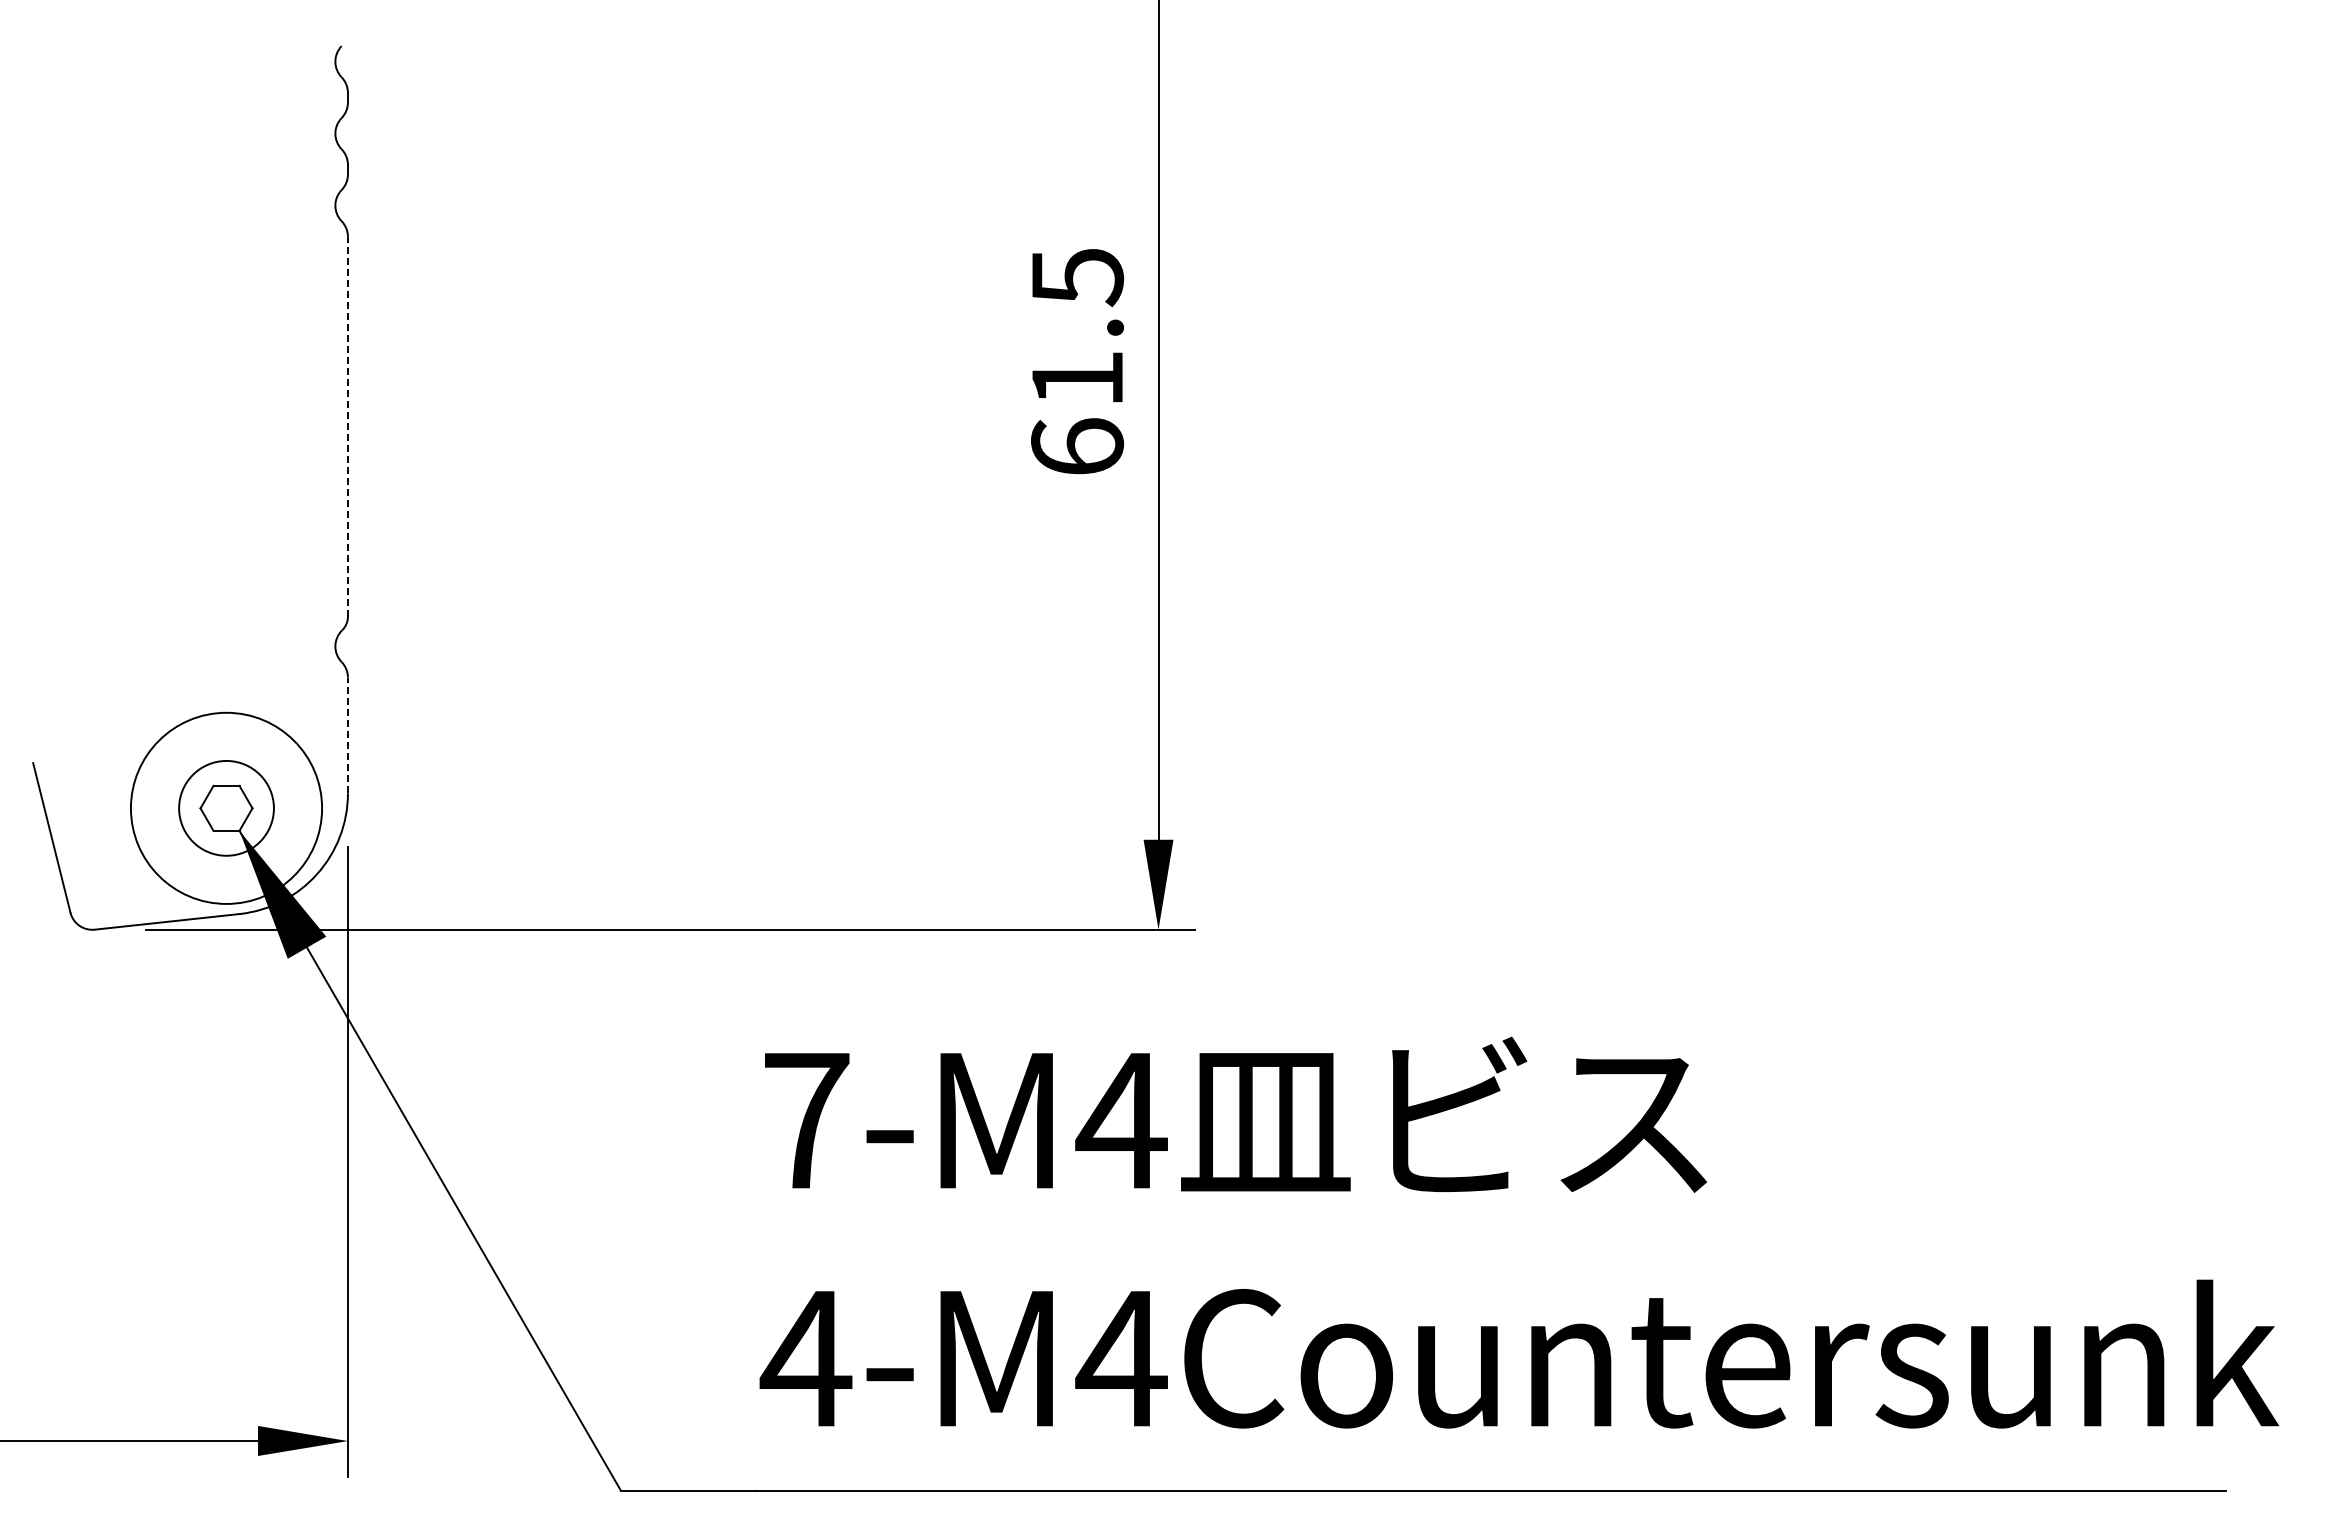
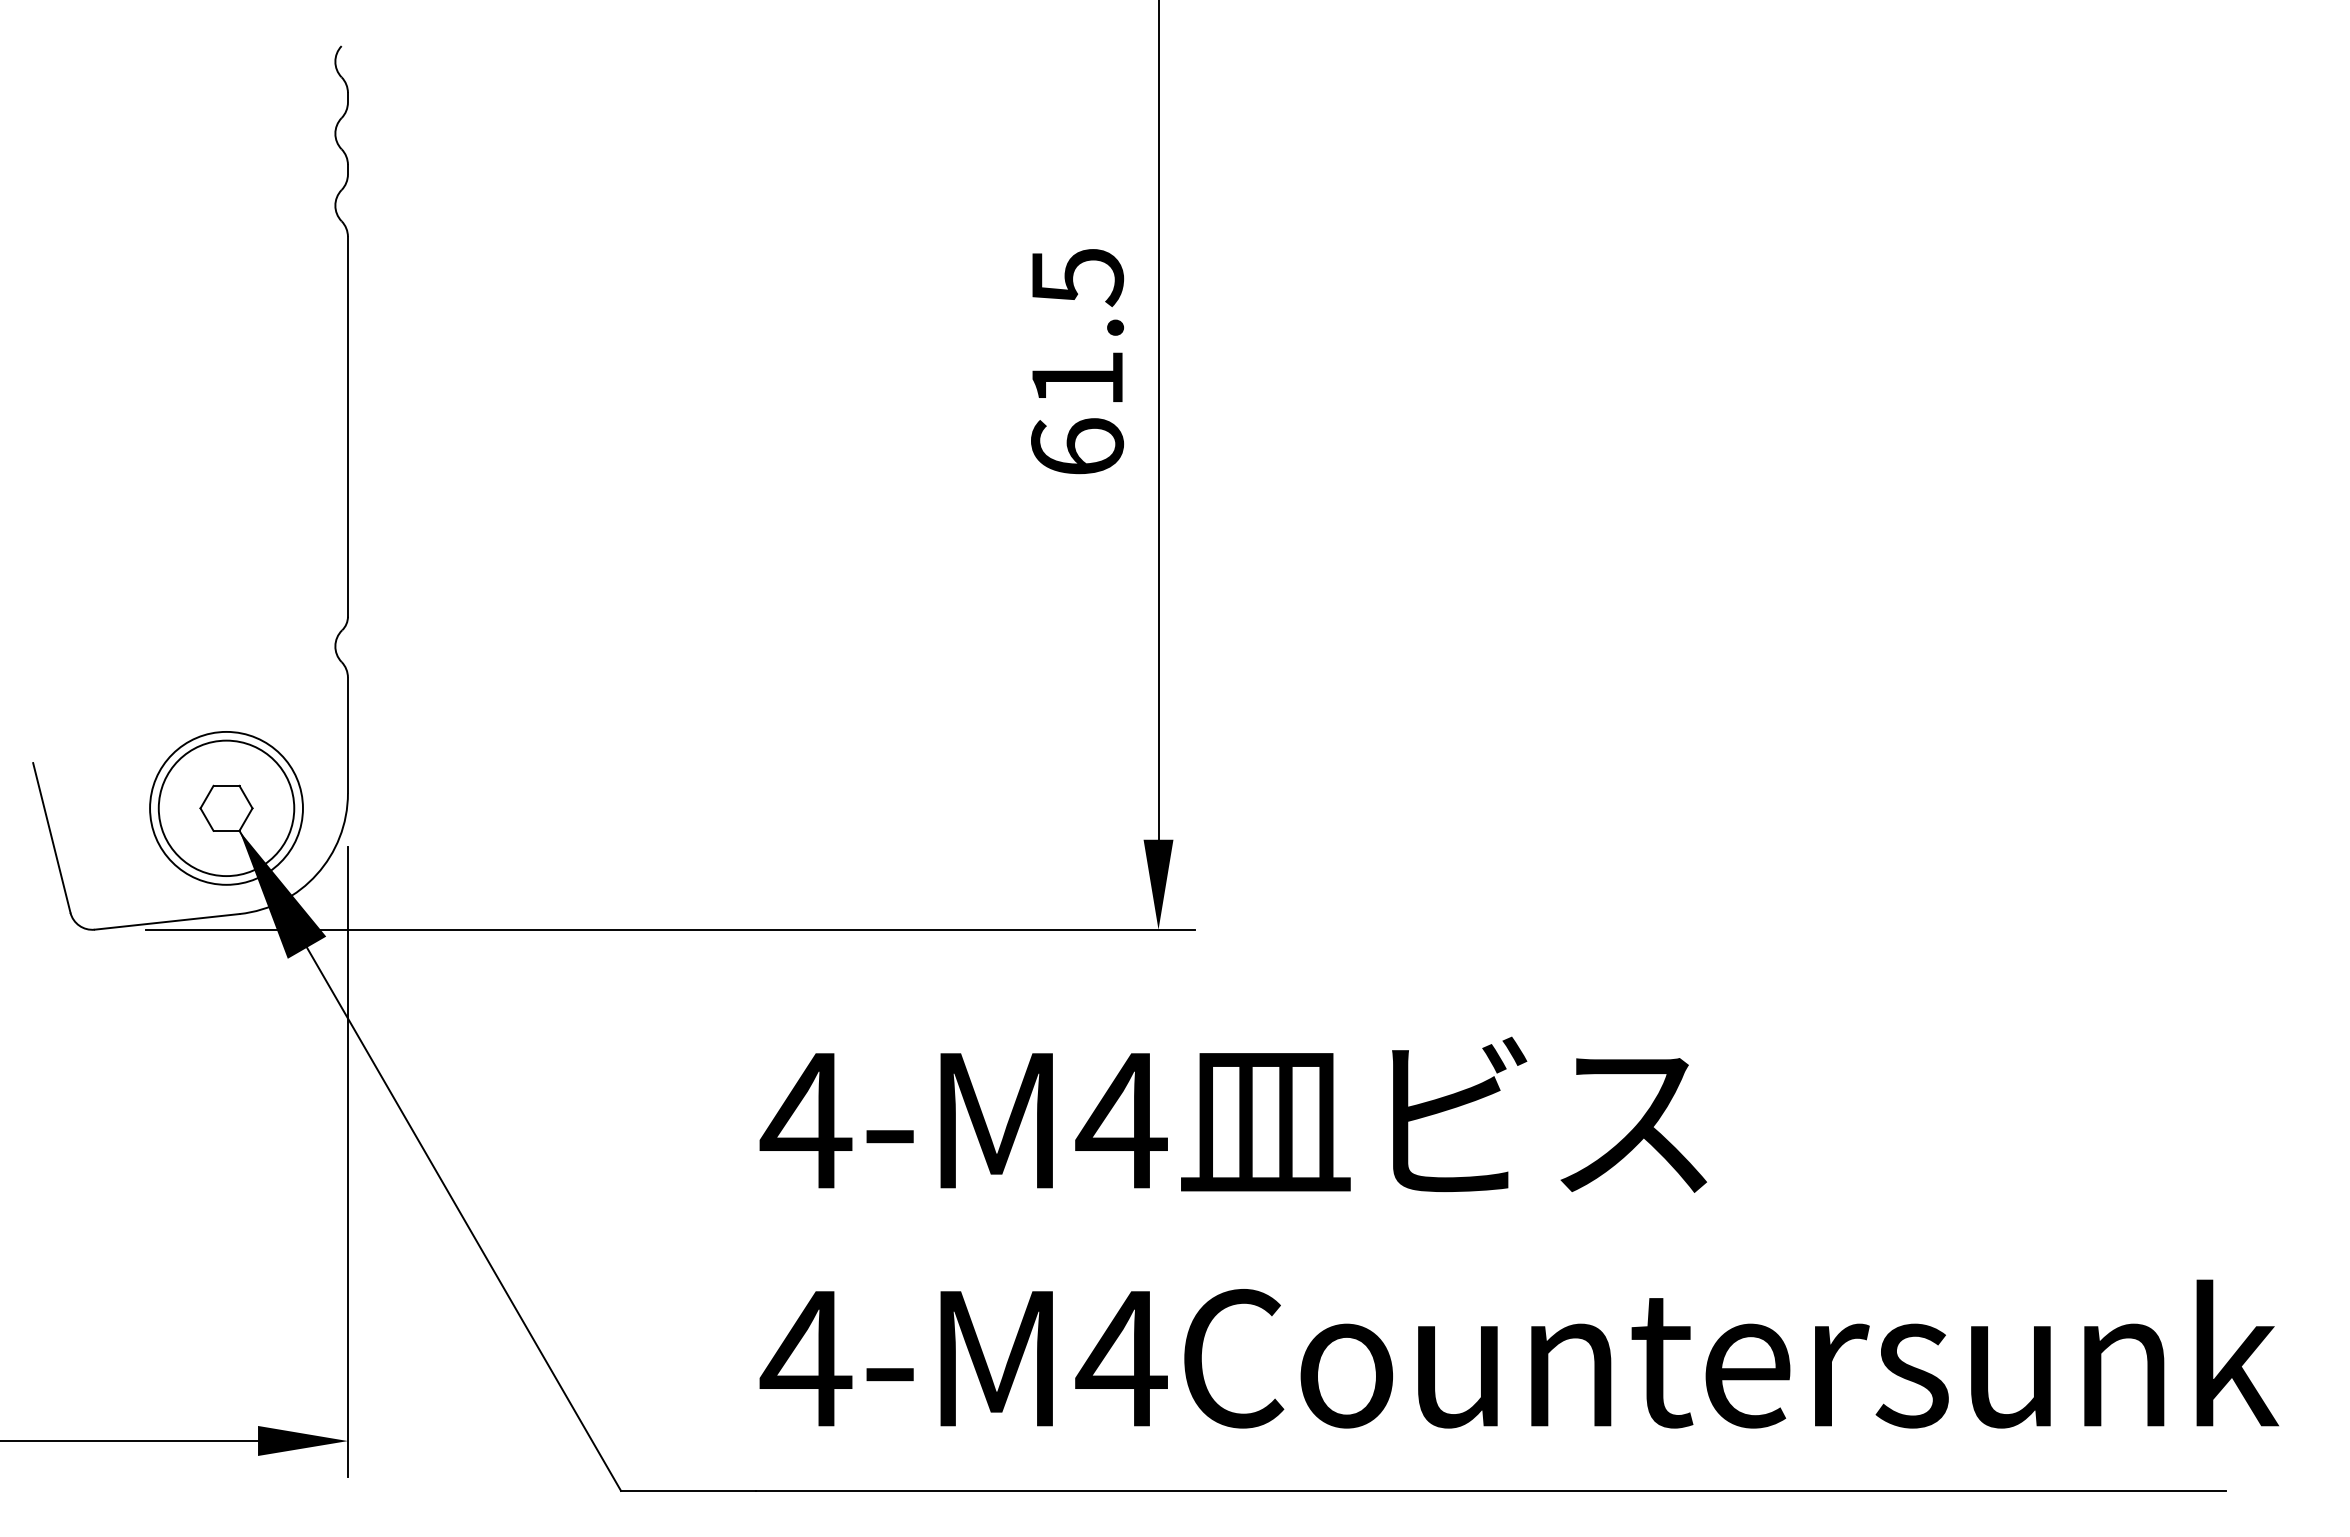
line at (347, 426): dashed -> solid
line at (347, 735): dashed -> solid
circle at (226, 807) diameter: 191 px -> 153 px
circle at (226, 807) diameter: 95 px -> 135 px
text at (805, 1120): 7-M4 -> 4-M4
